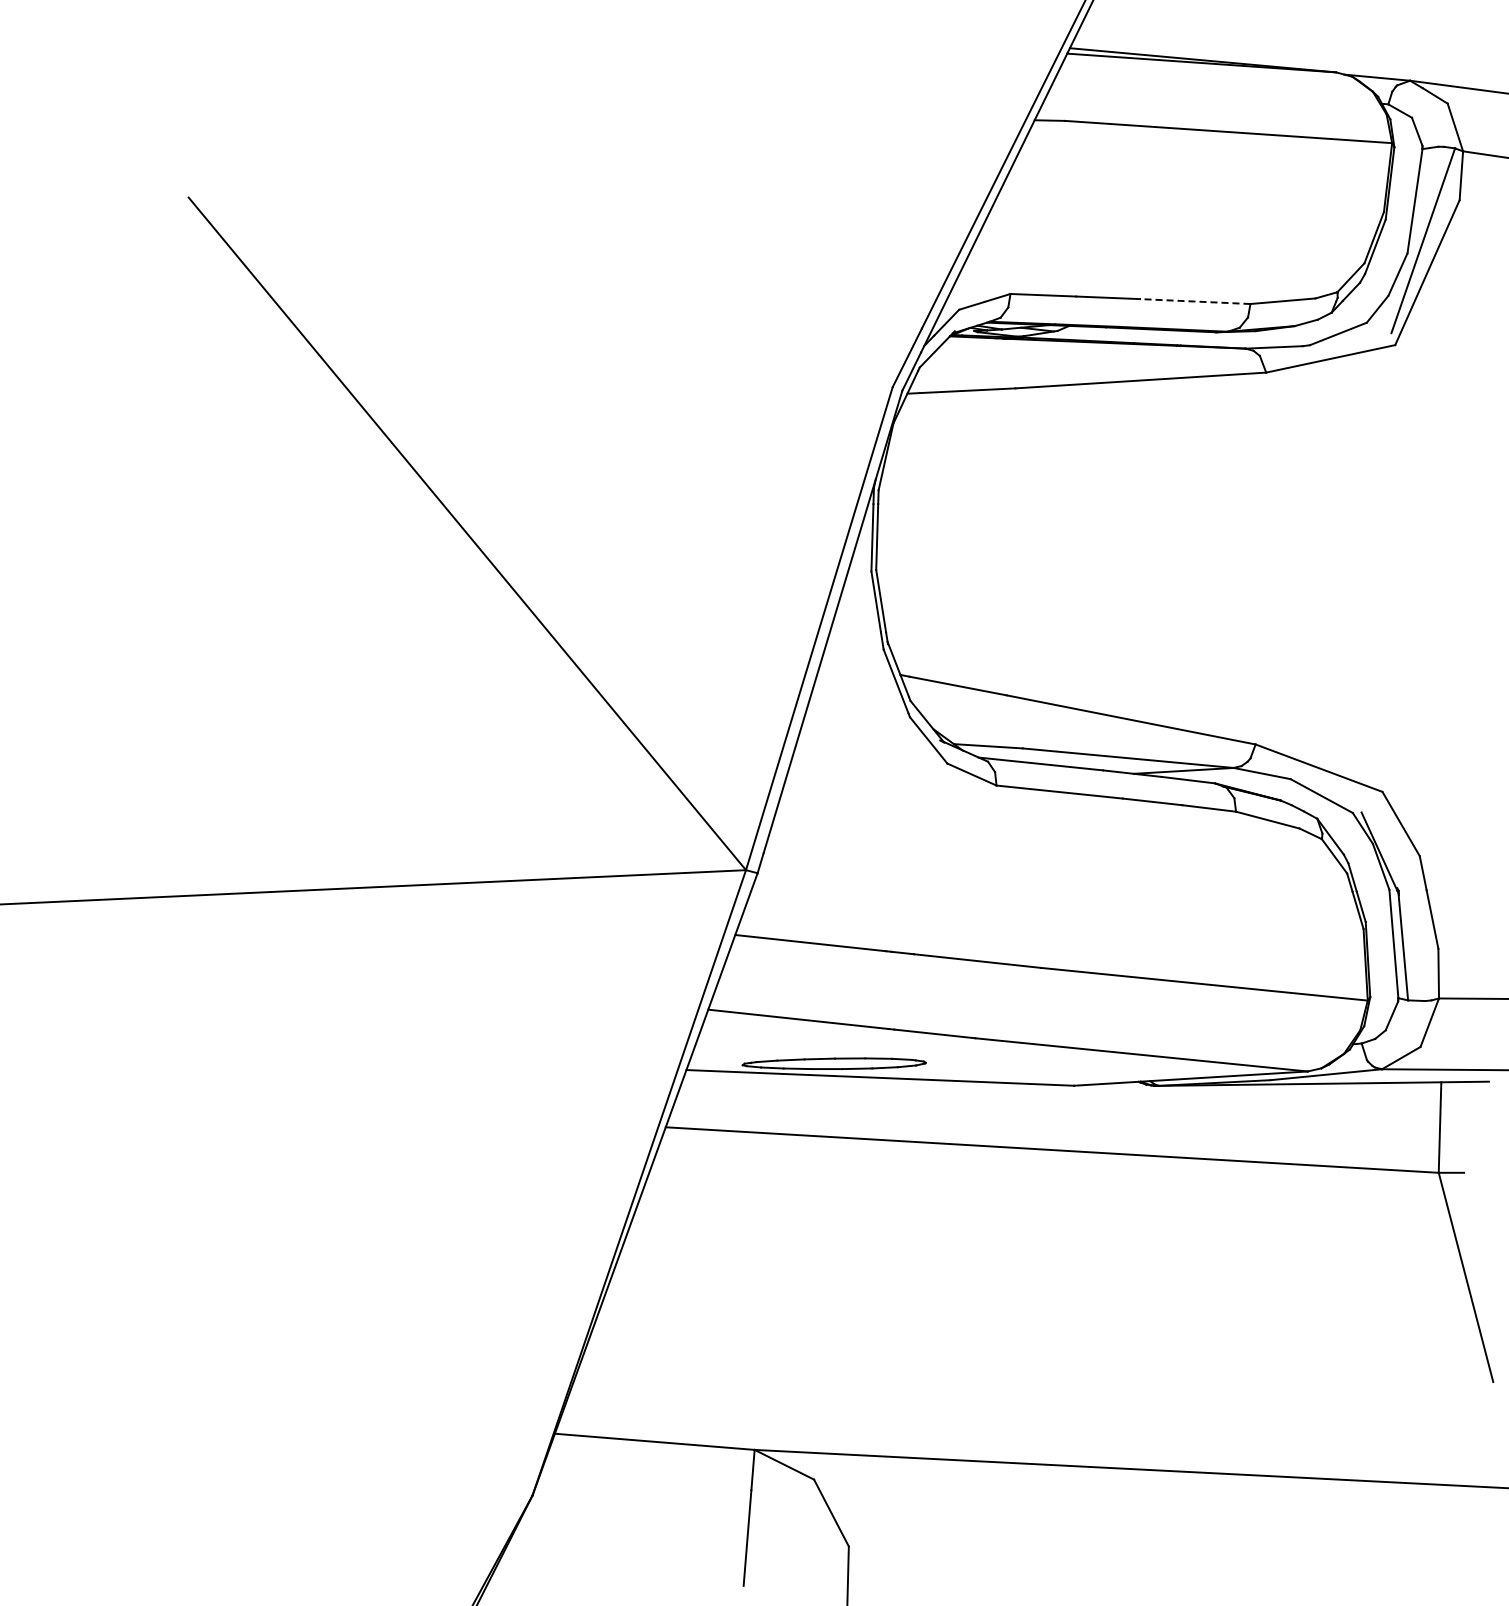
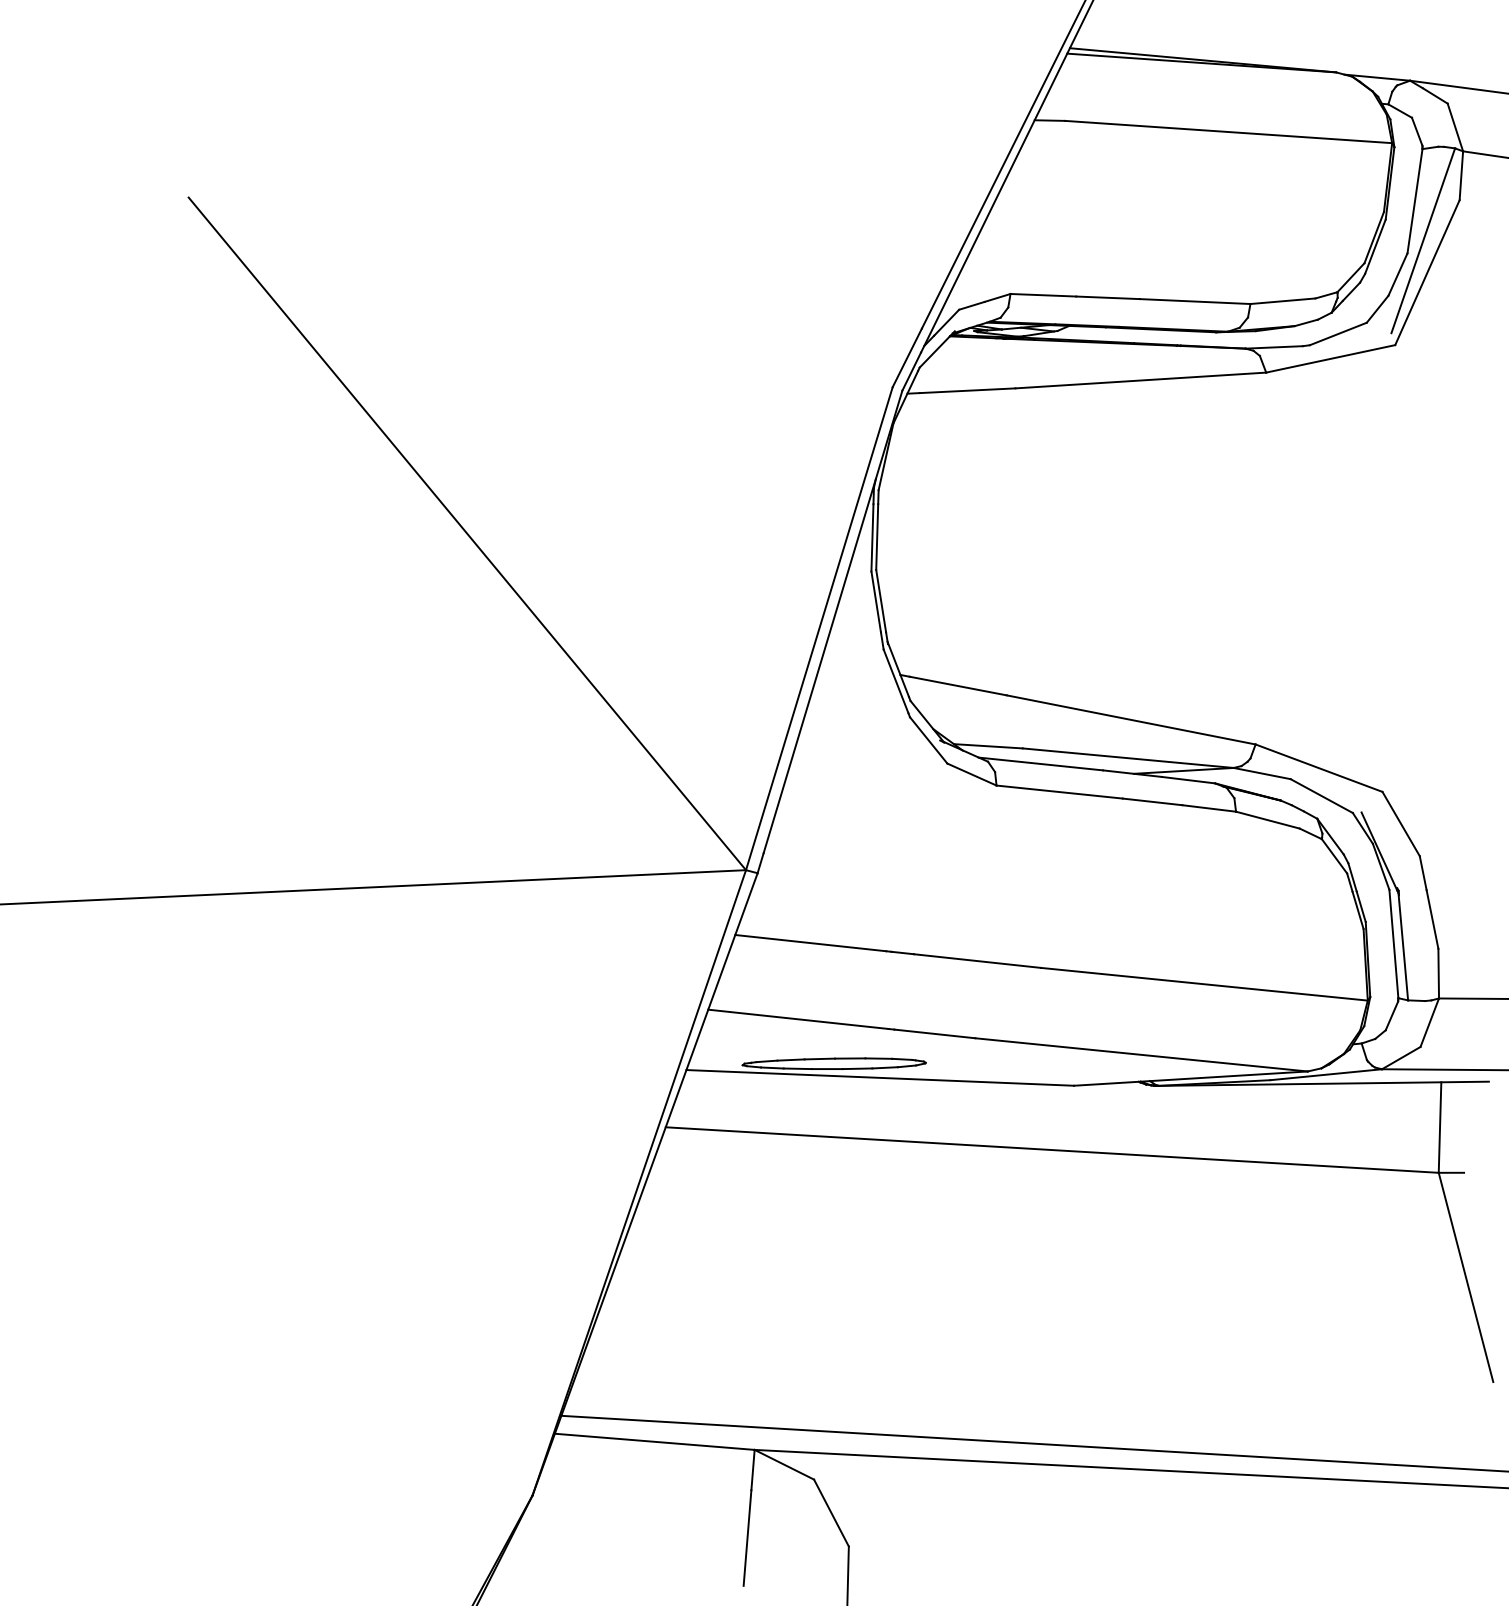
line at (1194, 301): dashed -> solid
line at (1033, 1443): none -> present
